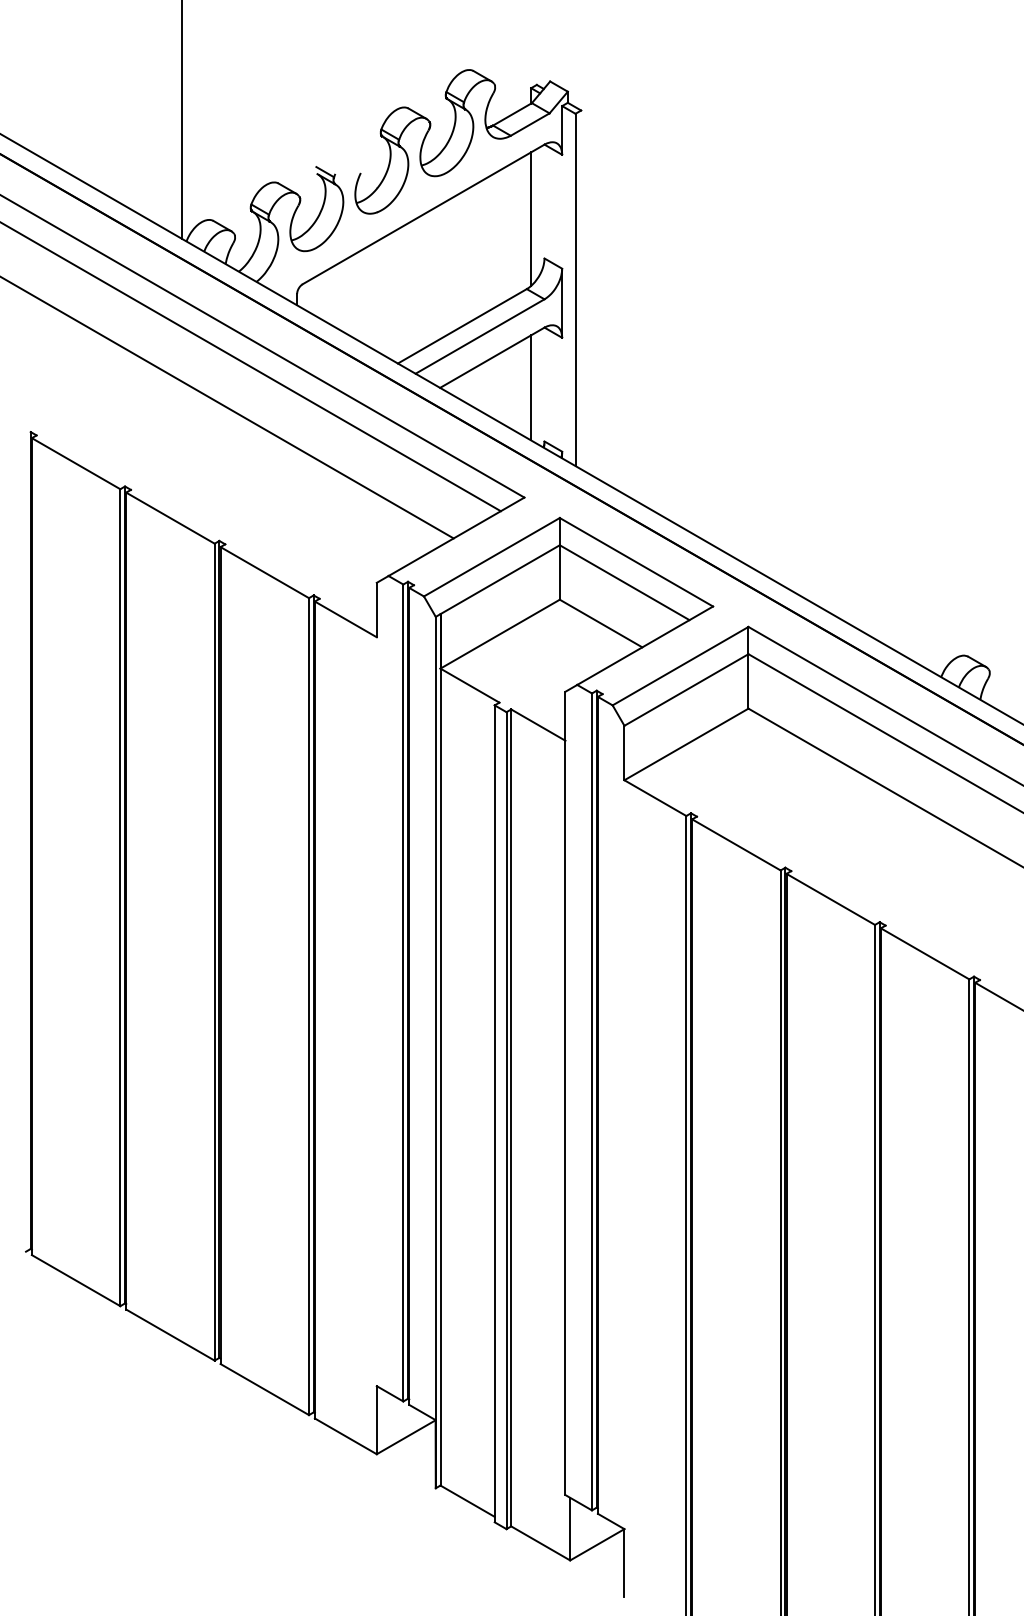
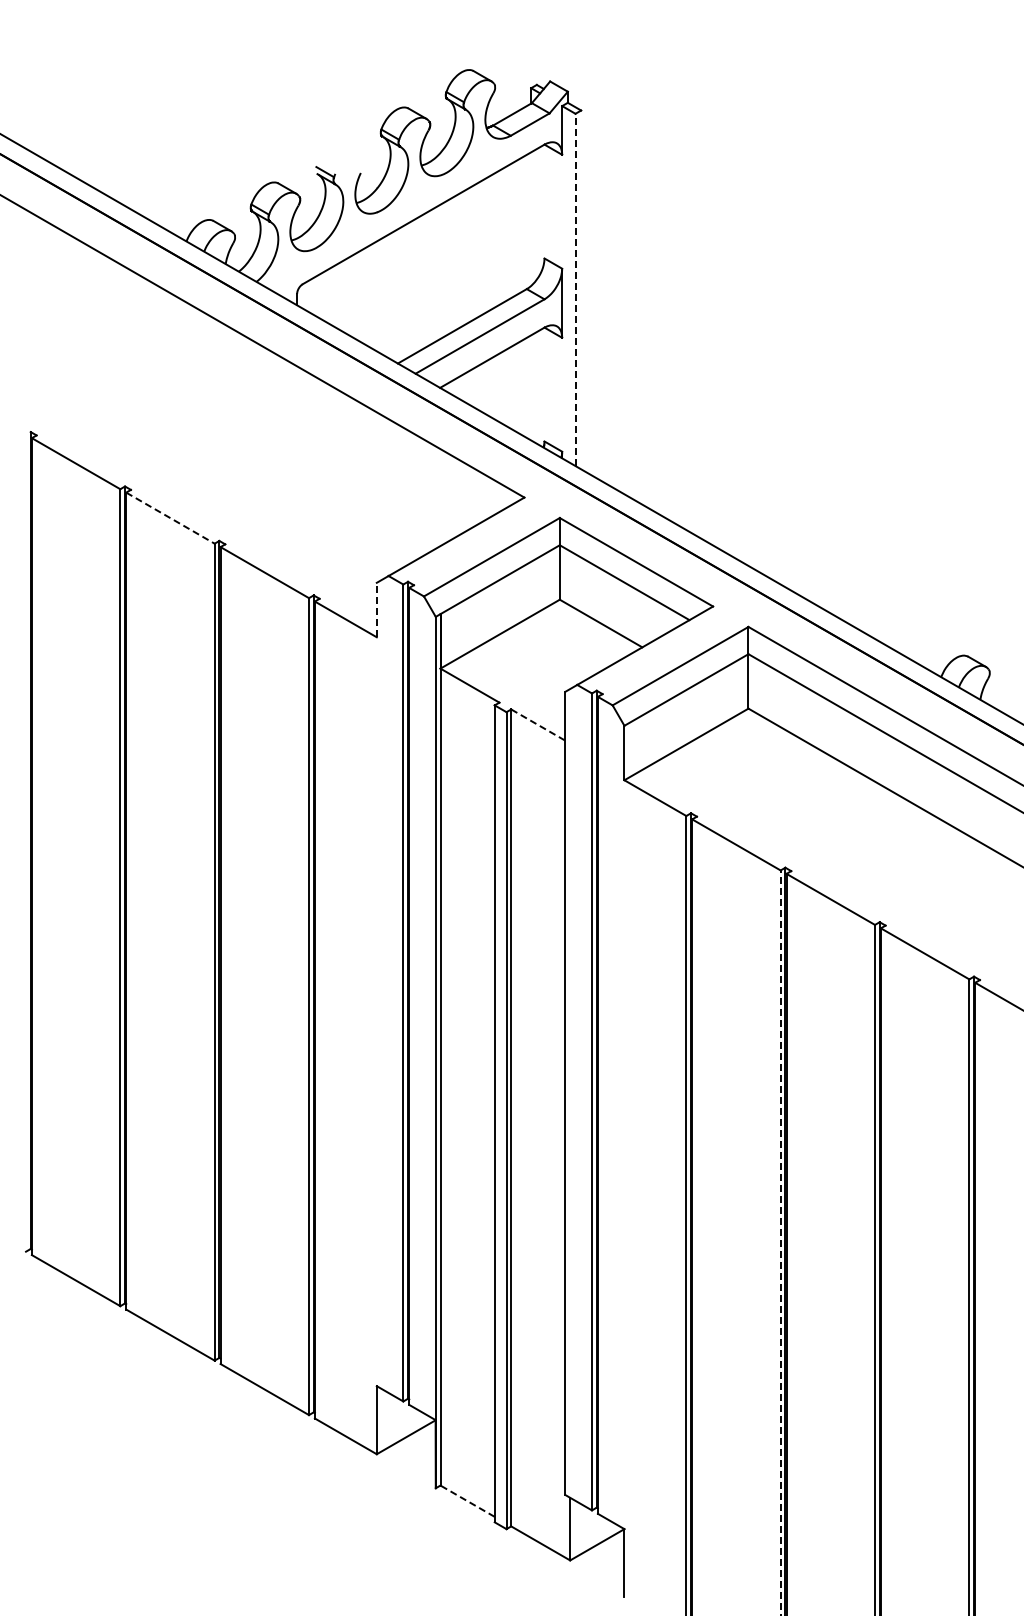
line at (182, 120): present -> none
line at (531, 218): present -> none
line at (575, 289): solid -> dashed
line at (251, 367): present -> none
line at (531, 387): present -> none
line at (227, 407): present -> none
line at (170, 518): solid -> dashed
line at (376, 609): solid -> dashed
line at (538, 725): solid -> dashed
line at (780, 1242): solid -> dashed
line at (467, 1500): solid -> dashed
